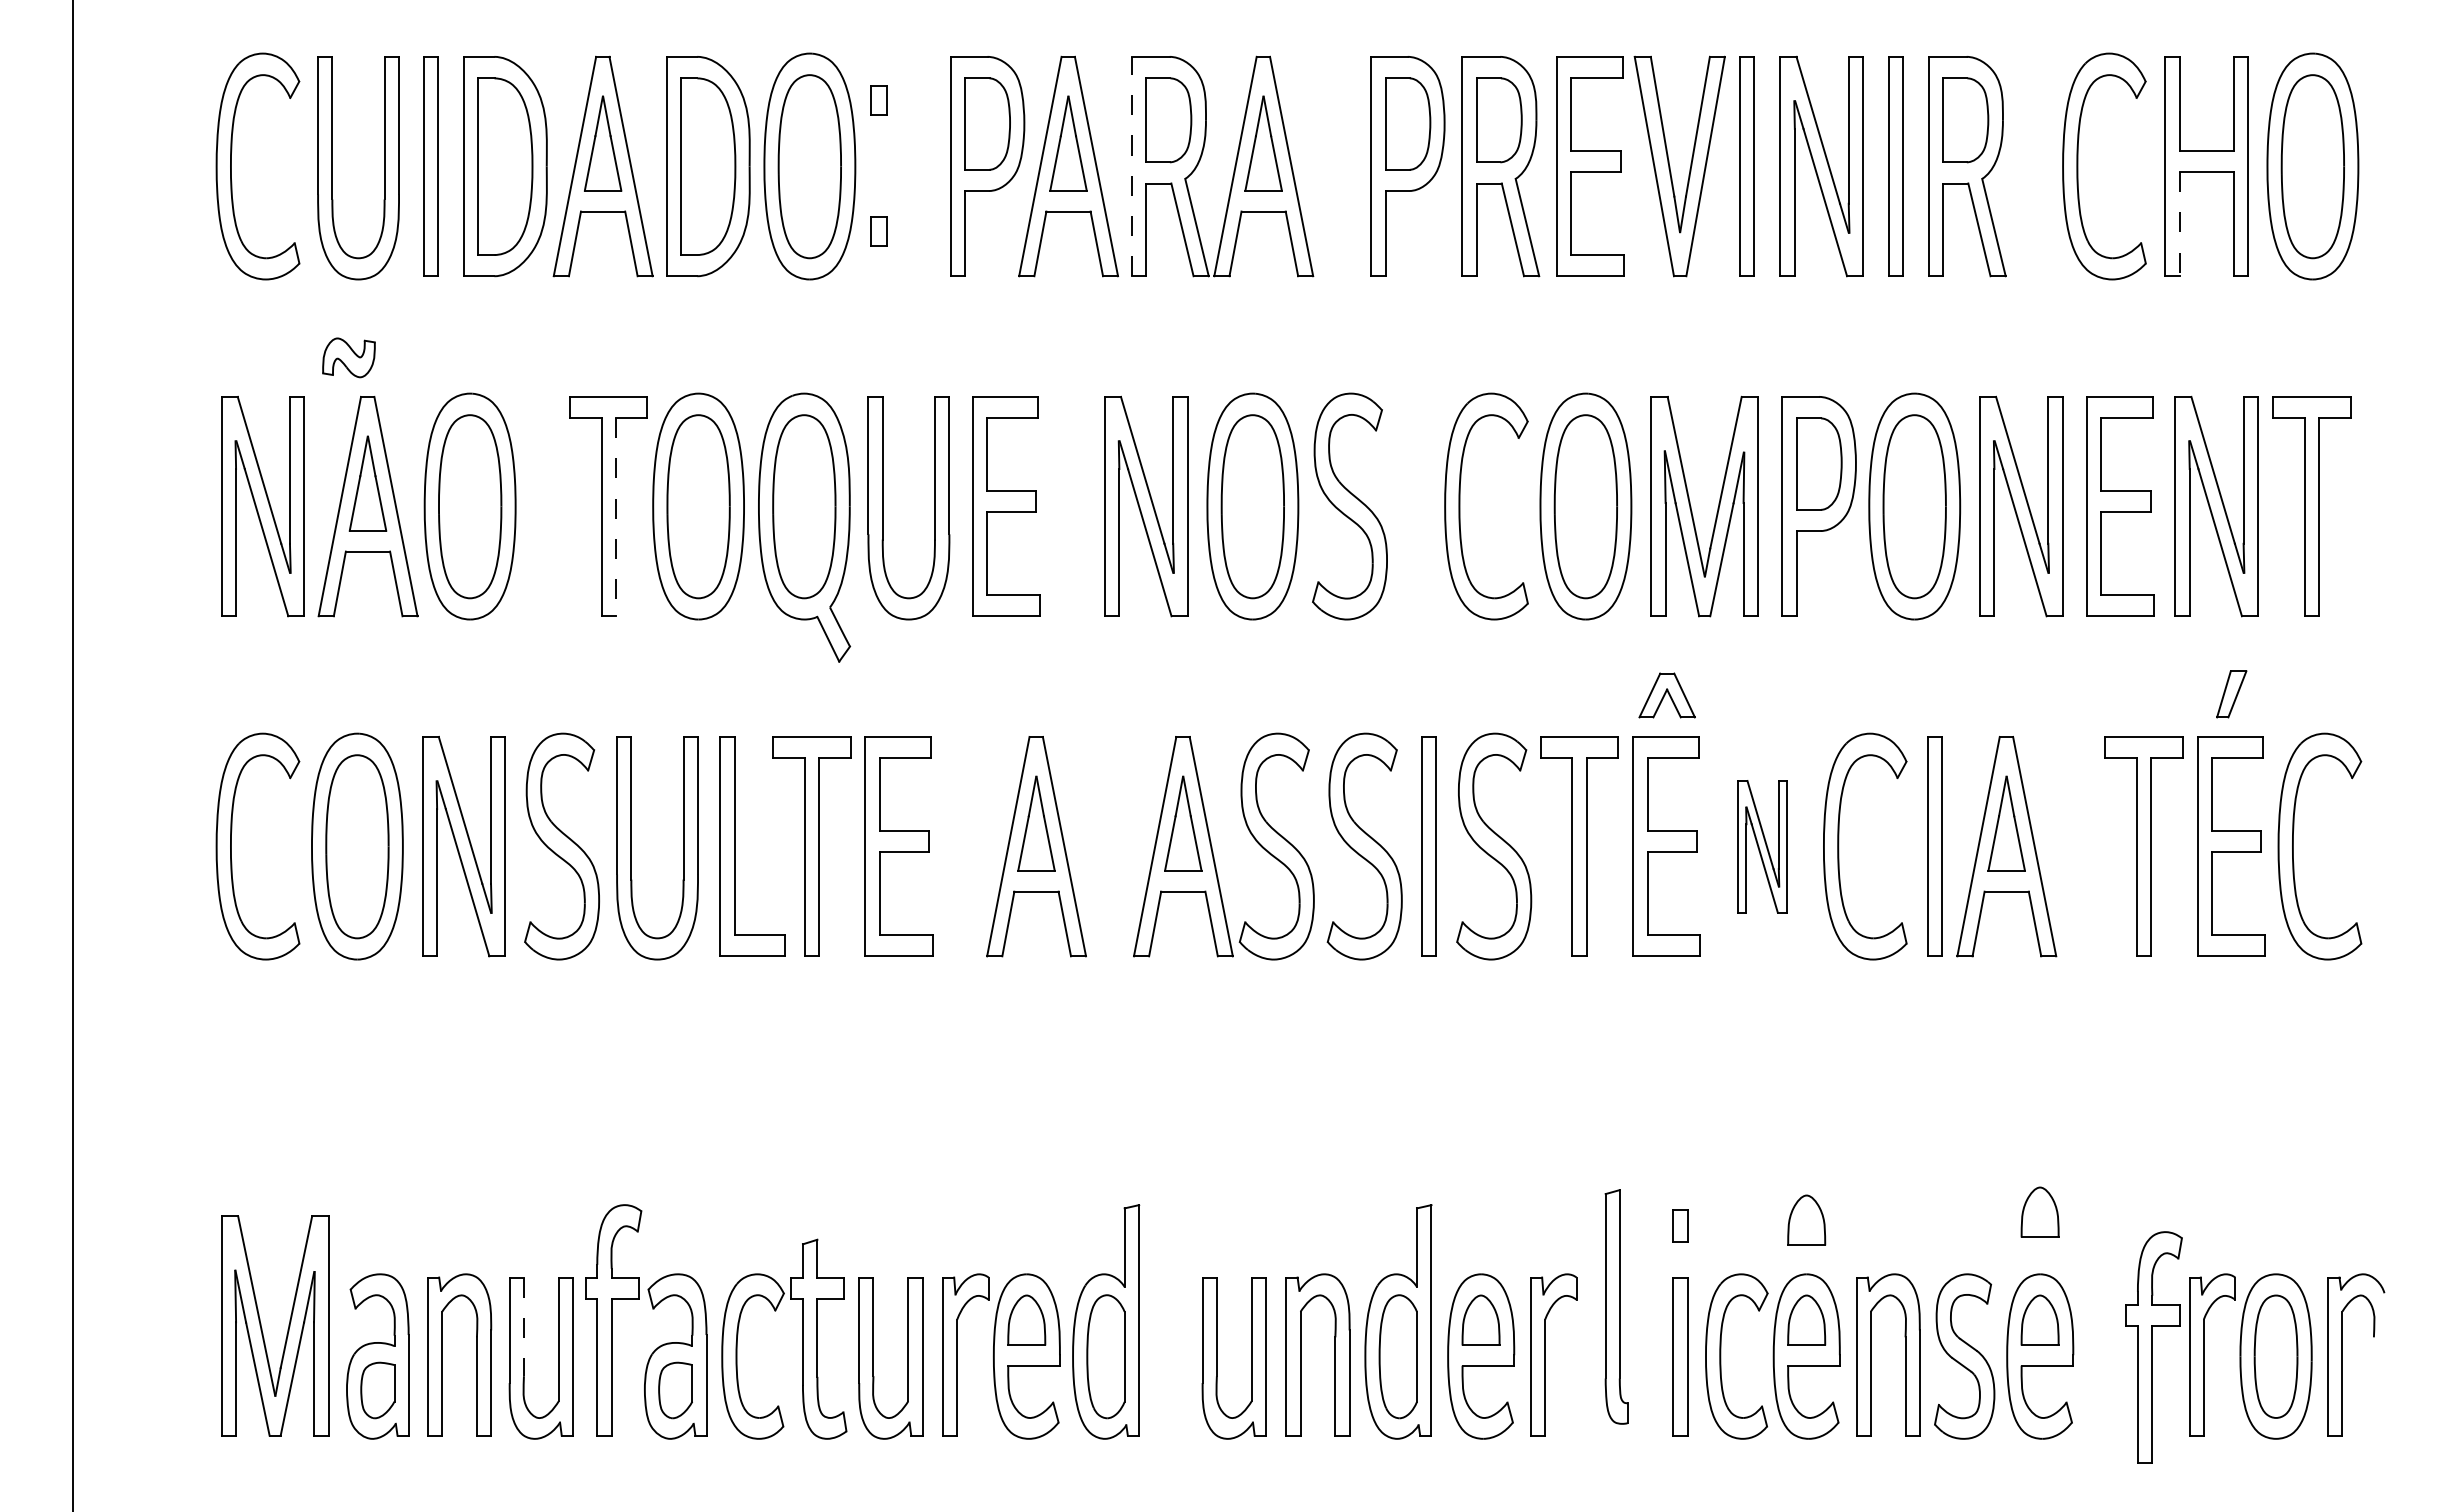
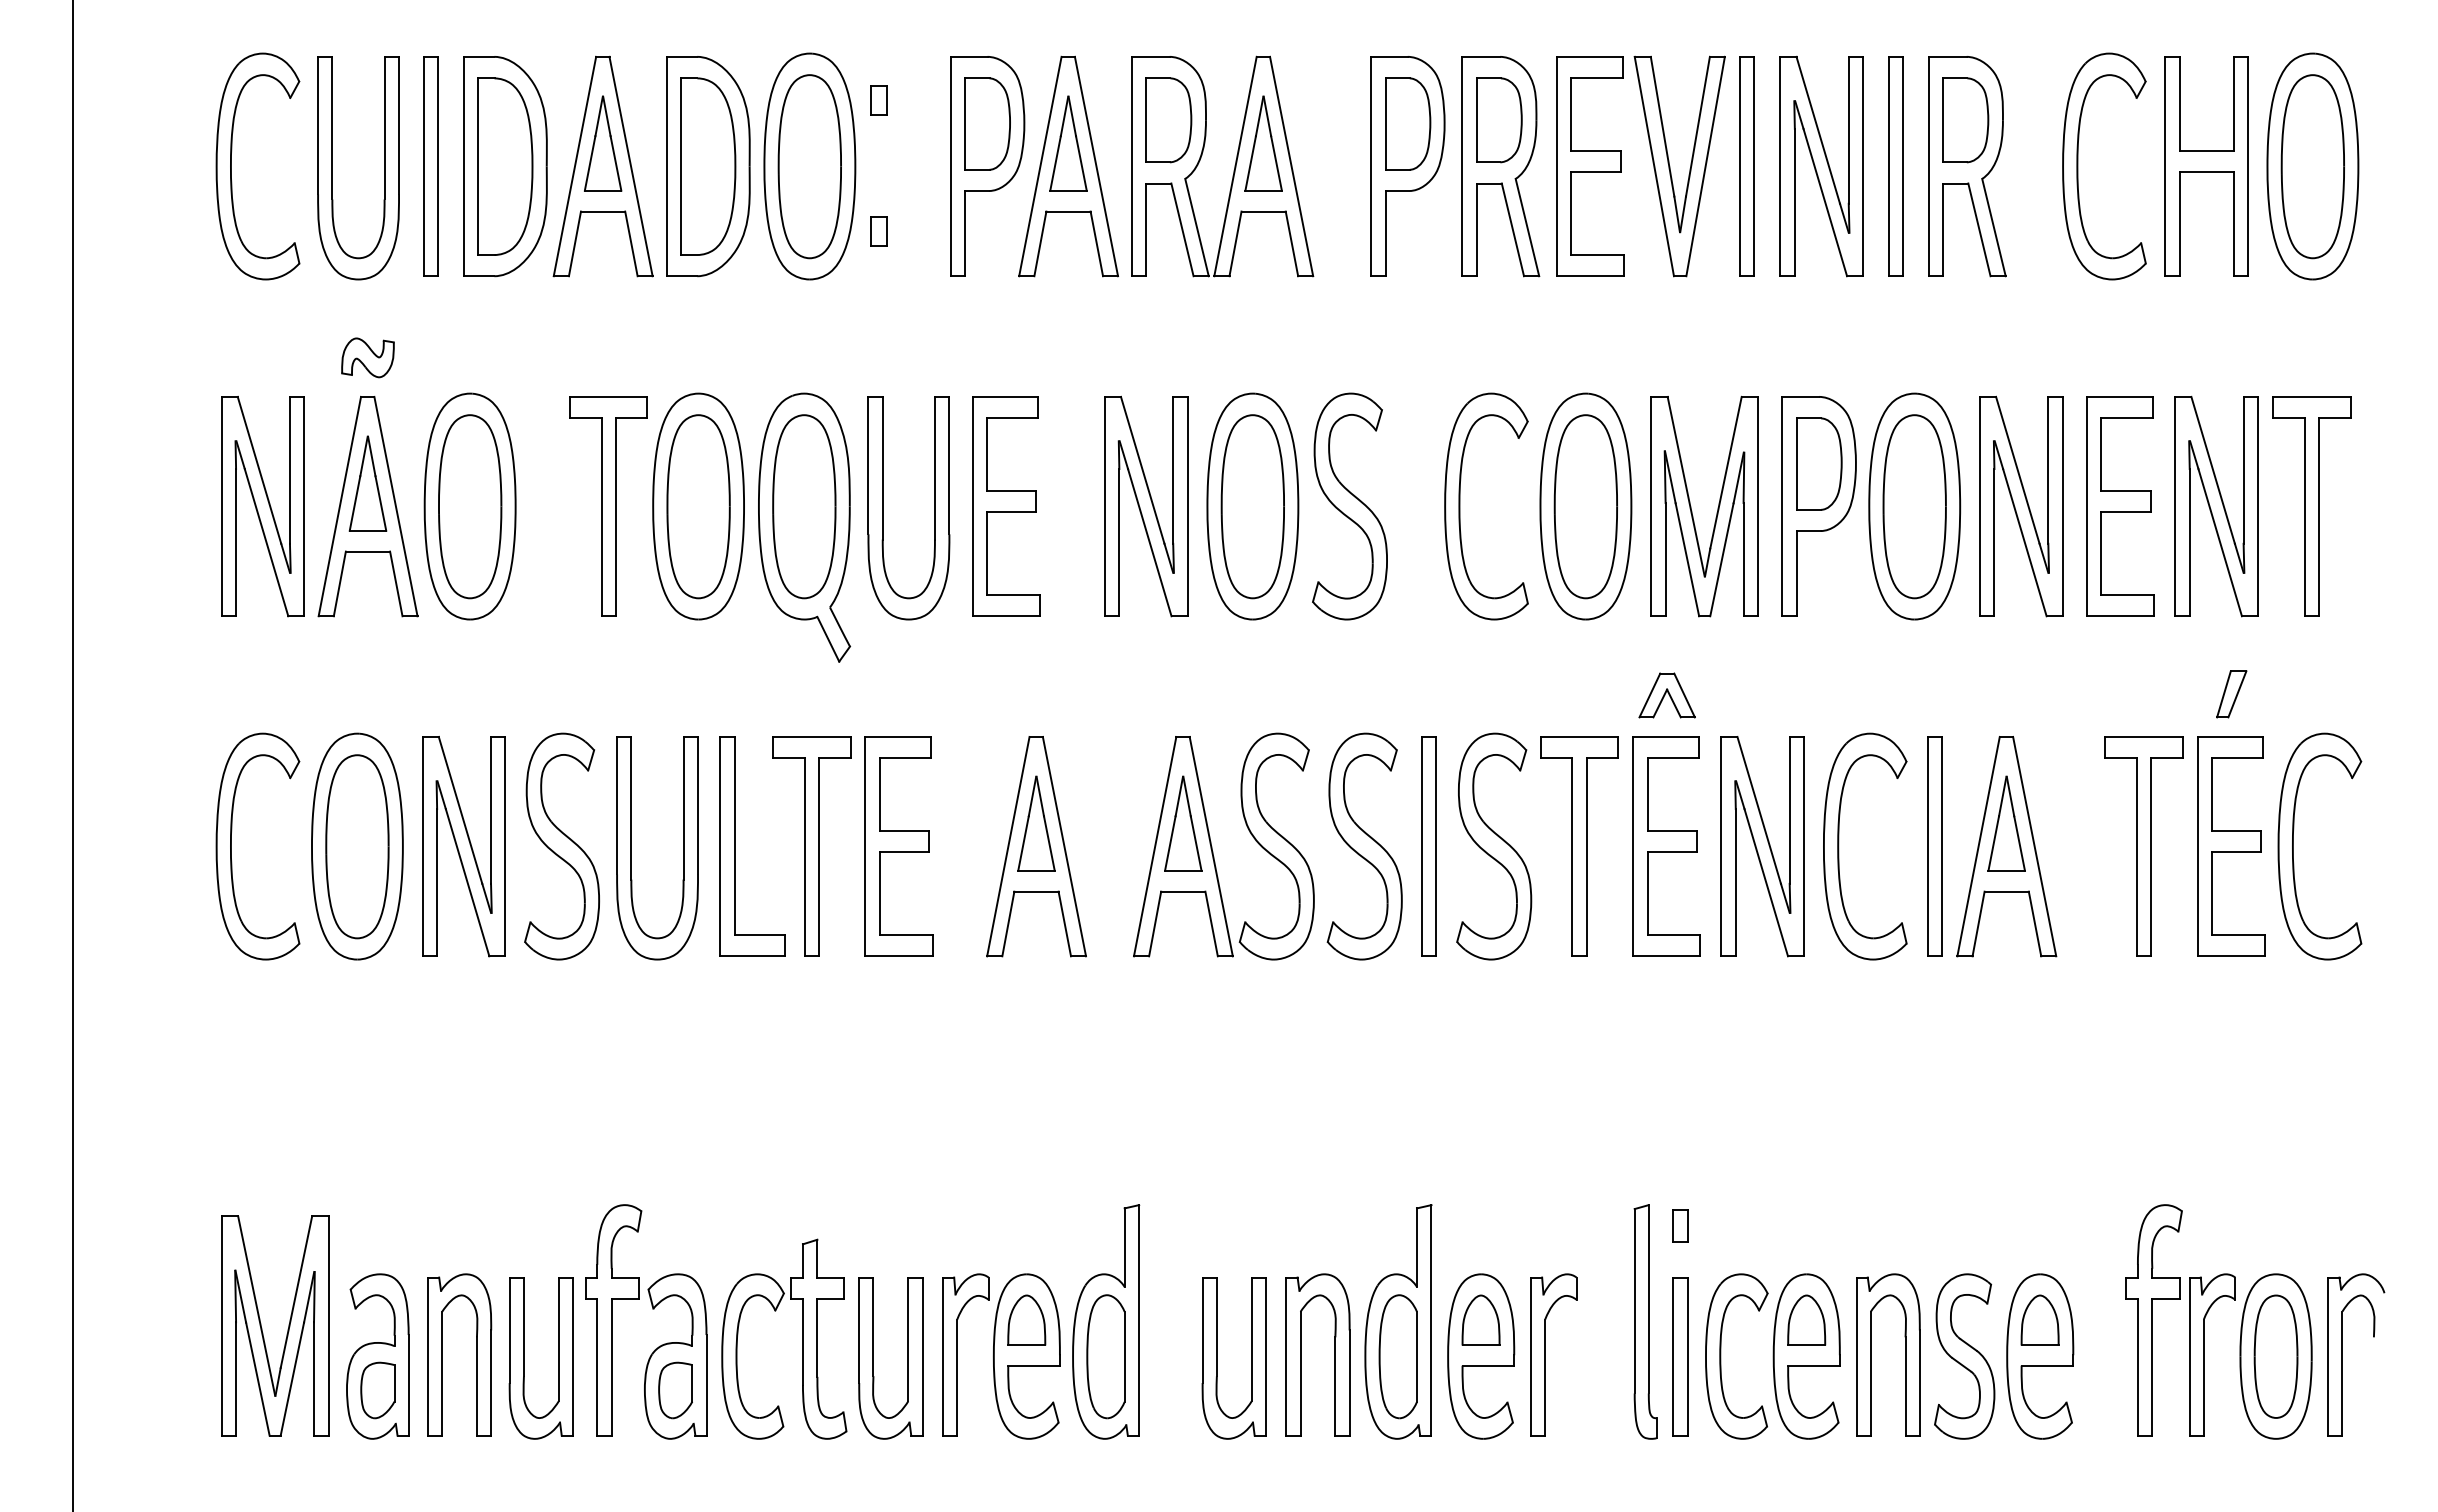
line at (1131, 166): dashed -> solid
line at (2179, 224): dashed -> solid
part at (348, 357) position: (348, 357) -> (367, 357)
line at (615, 517): dashed -> solid
part at (1762, 846) size: 51x134 px -> 85x222 px
part at (2039, 1211): present -> none
part at (1806, 1219): present -> none
part at (1616, 1306) position: (1616, 1306) -> (1645, 1321)
line at (523, 1327): dashed -> solid
part at (2153, 1347) position: (2153, 1347) -> (2153, 1320)
